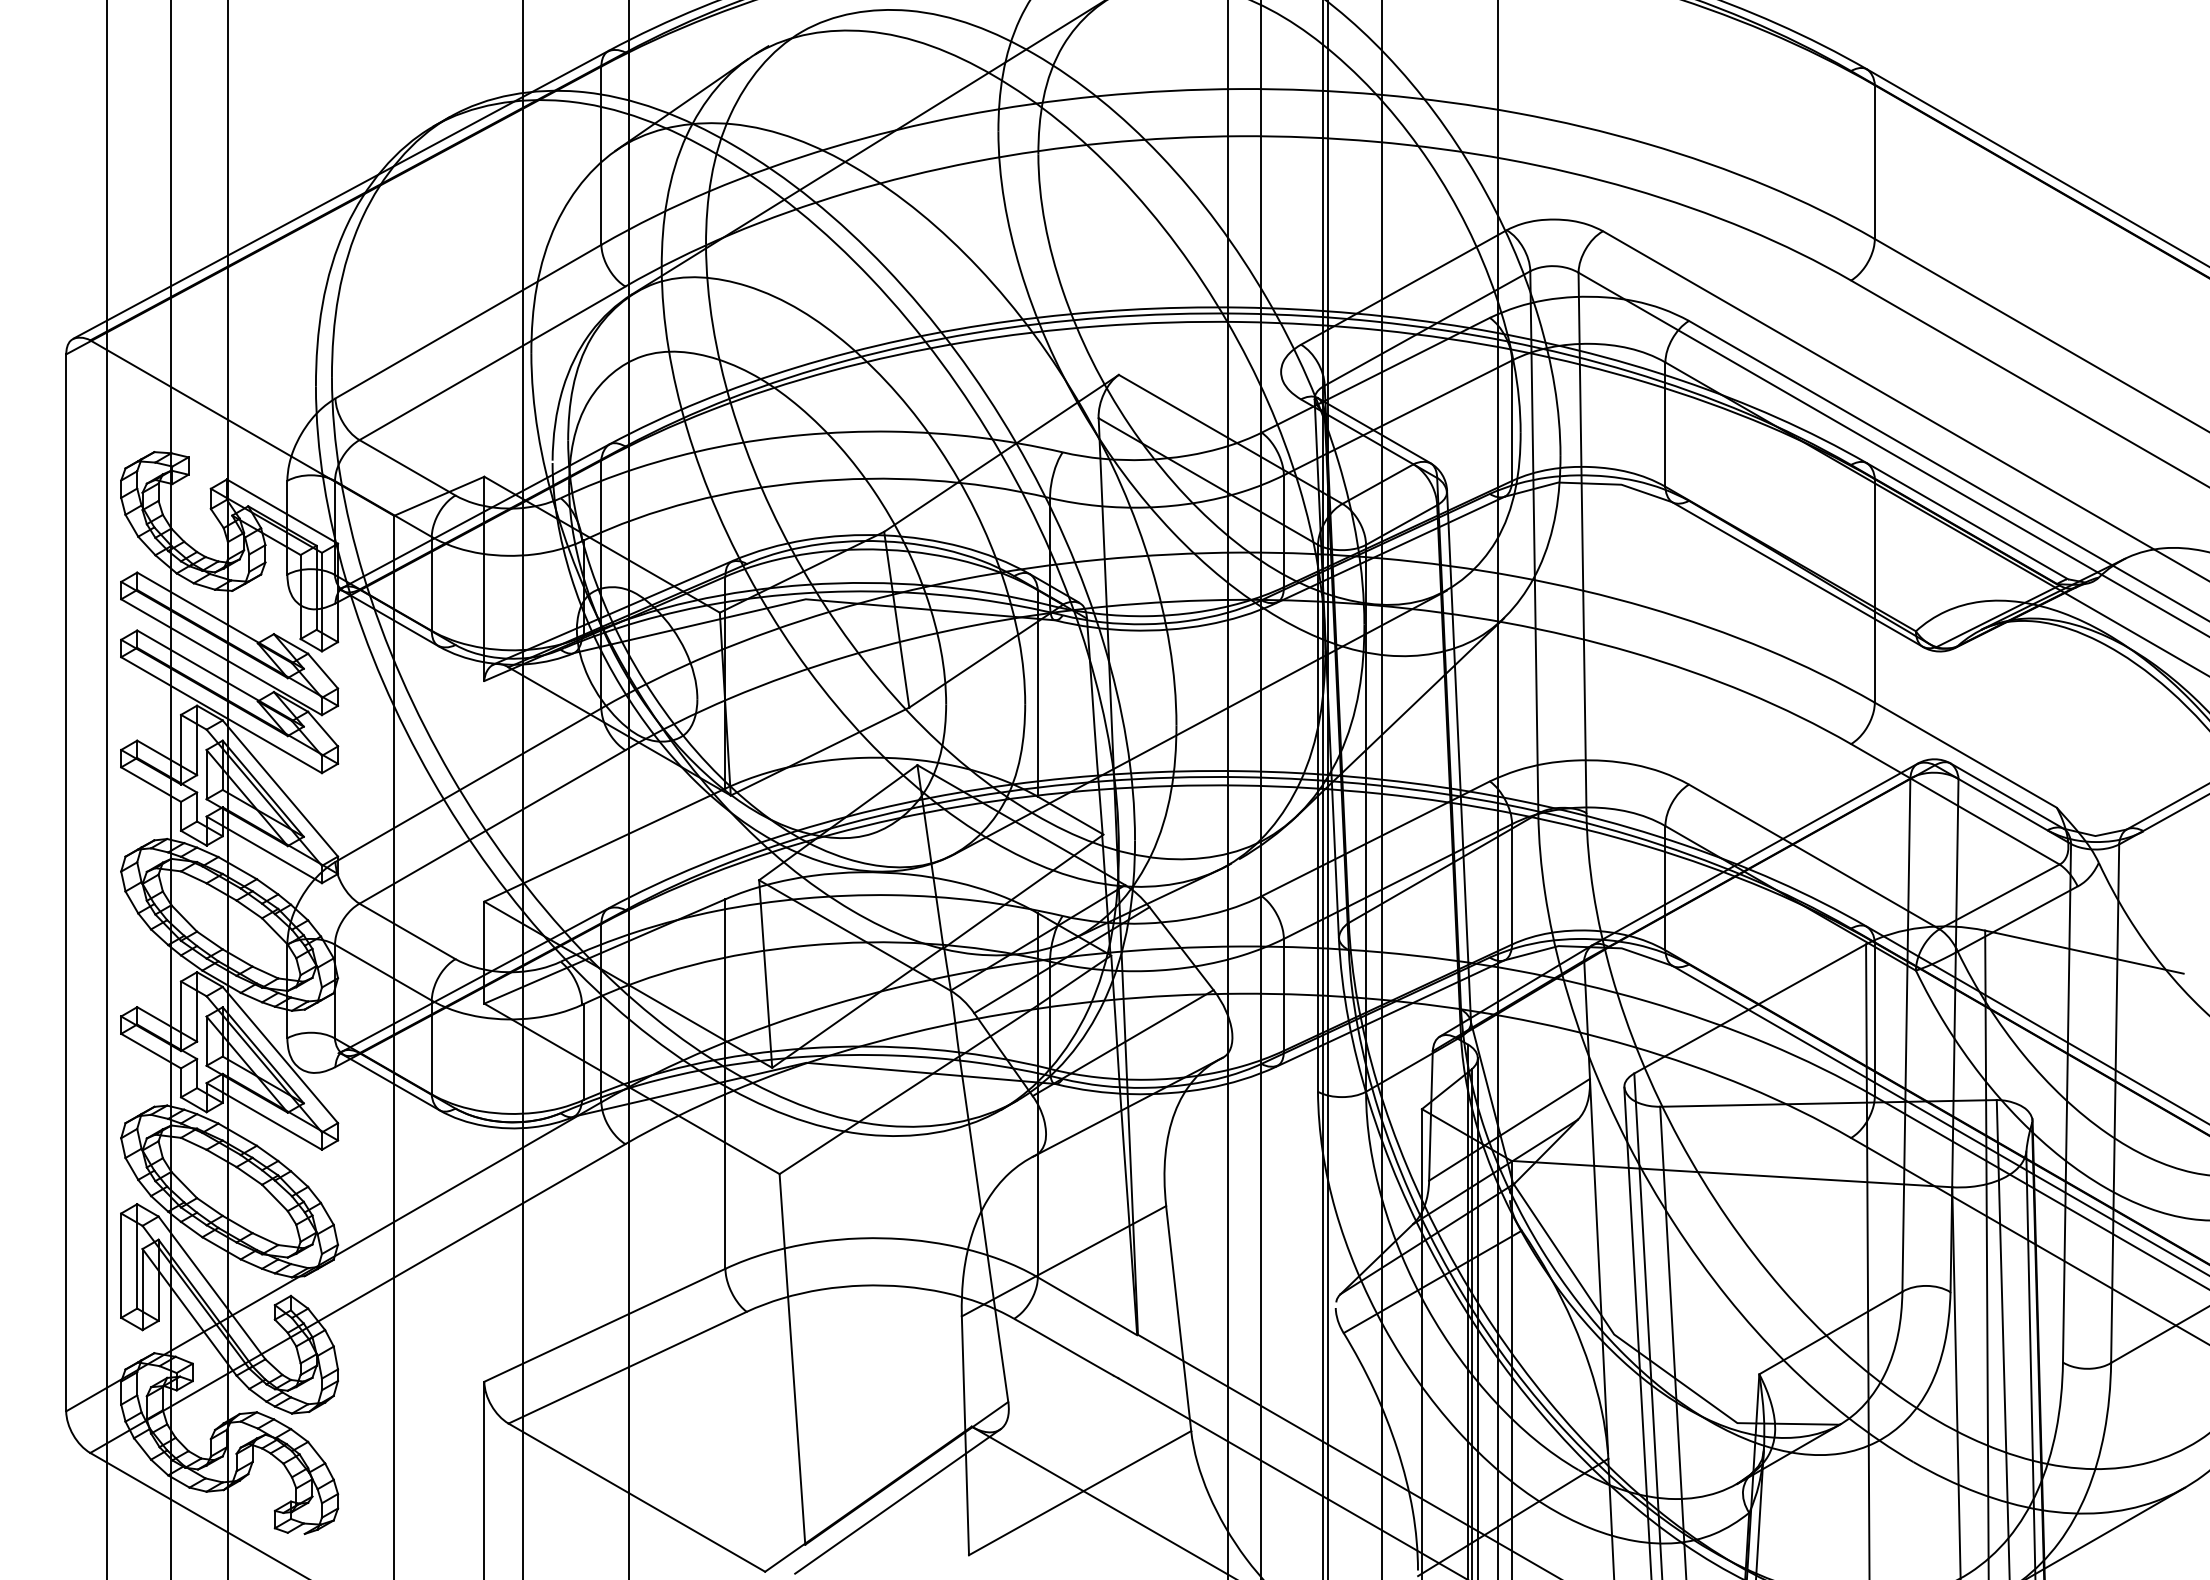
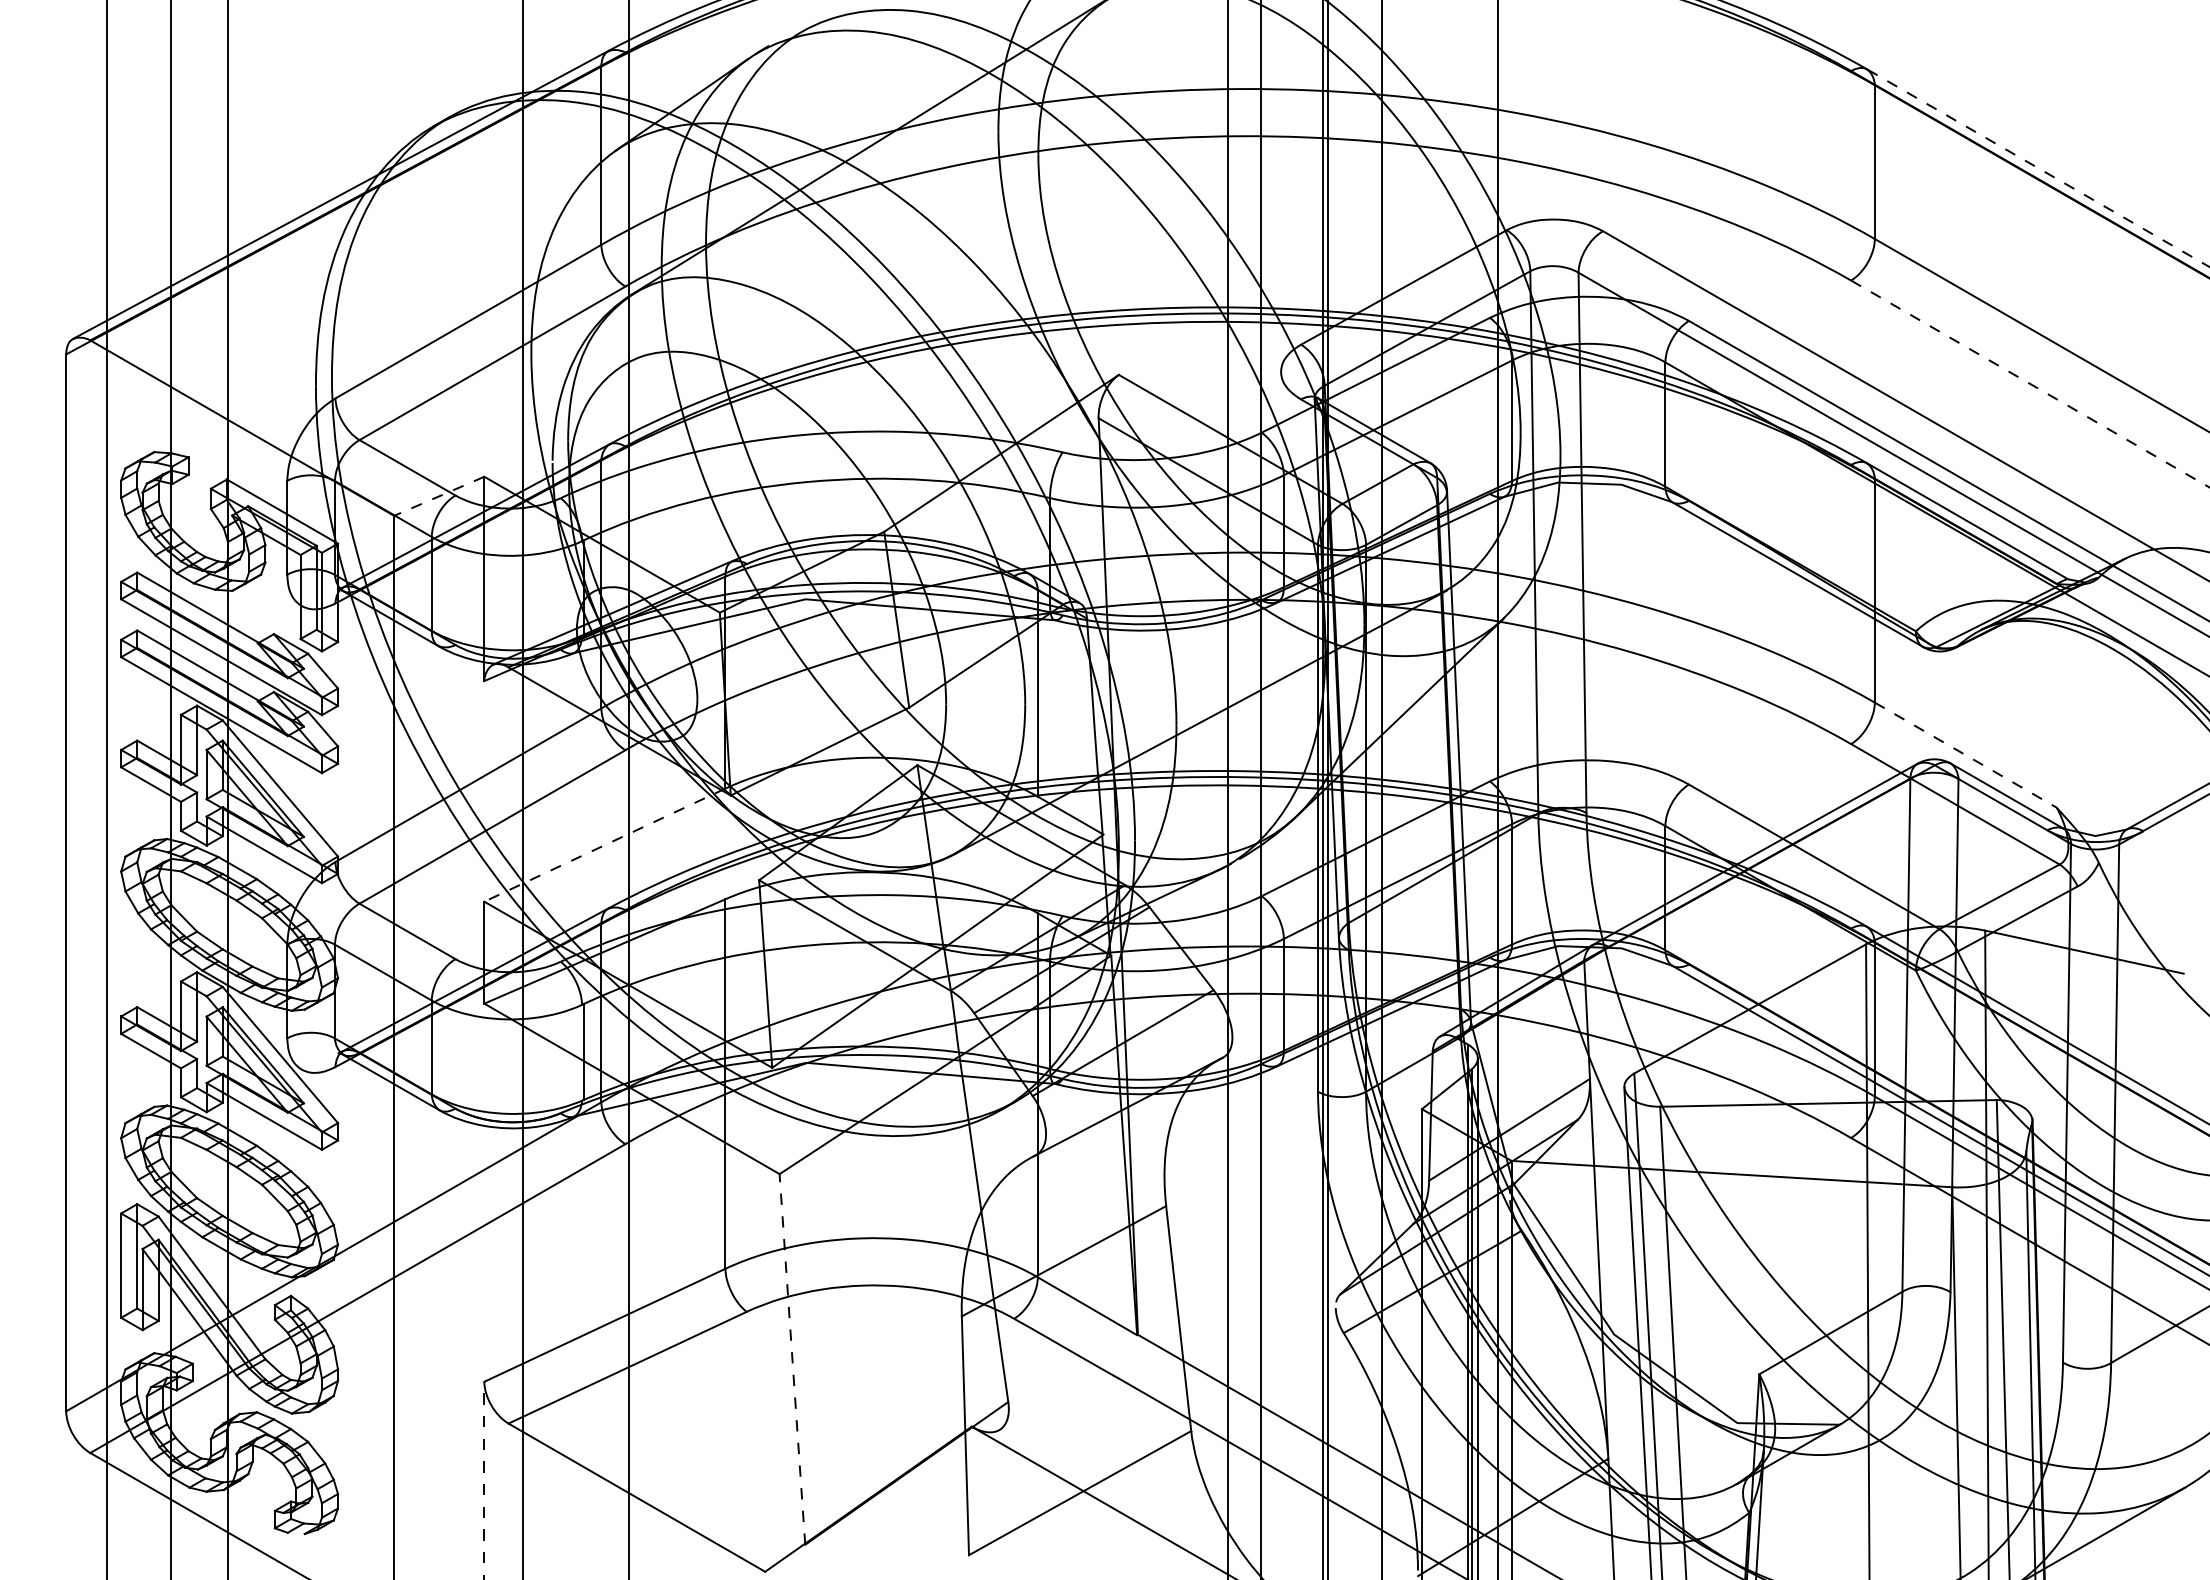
line at (2039, 168): solid -> dashed
line at (2030, 384): solid -> dashed
line at (438, 496): solid -> dashed
line at (1966, 755): solid -> dashed
line at (604, 845): solid -> dashed
line at (792, 1359): solid -> dashed
line at (484, 1480): solid -> dashed
line at (897, 1501): present -> none
